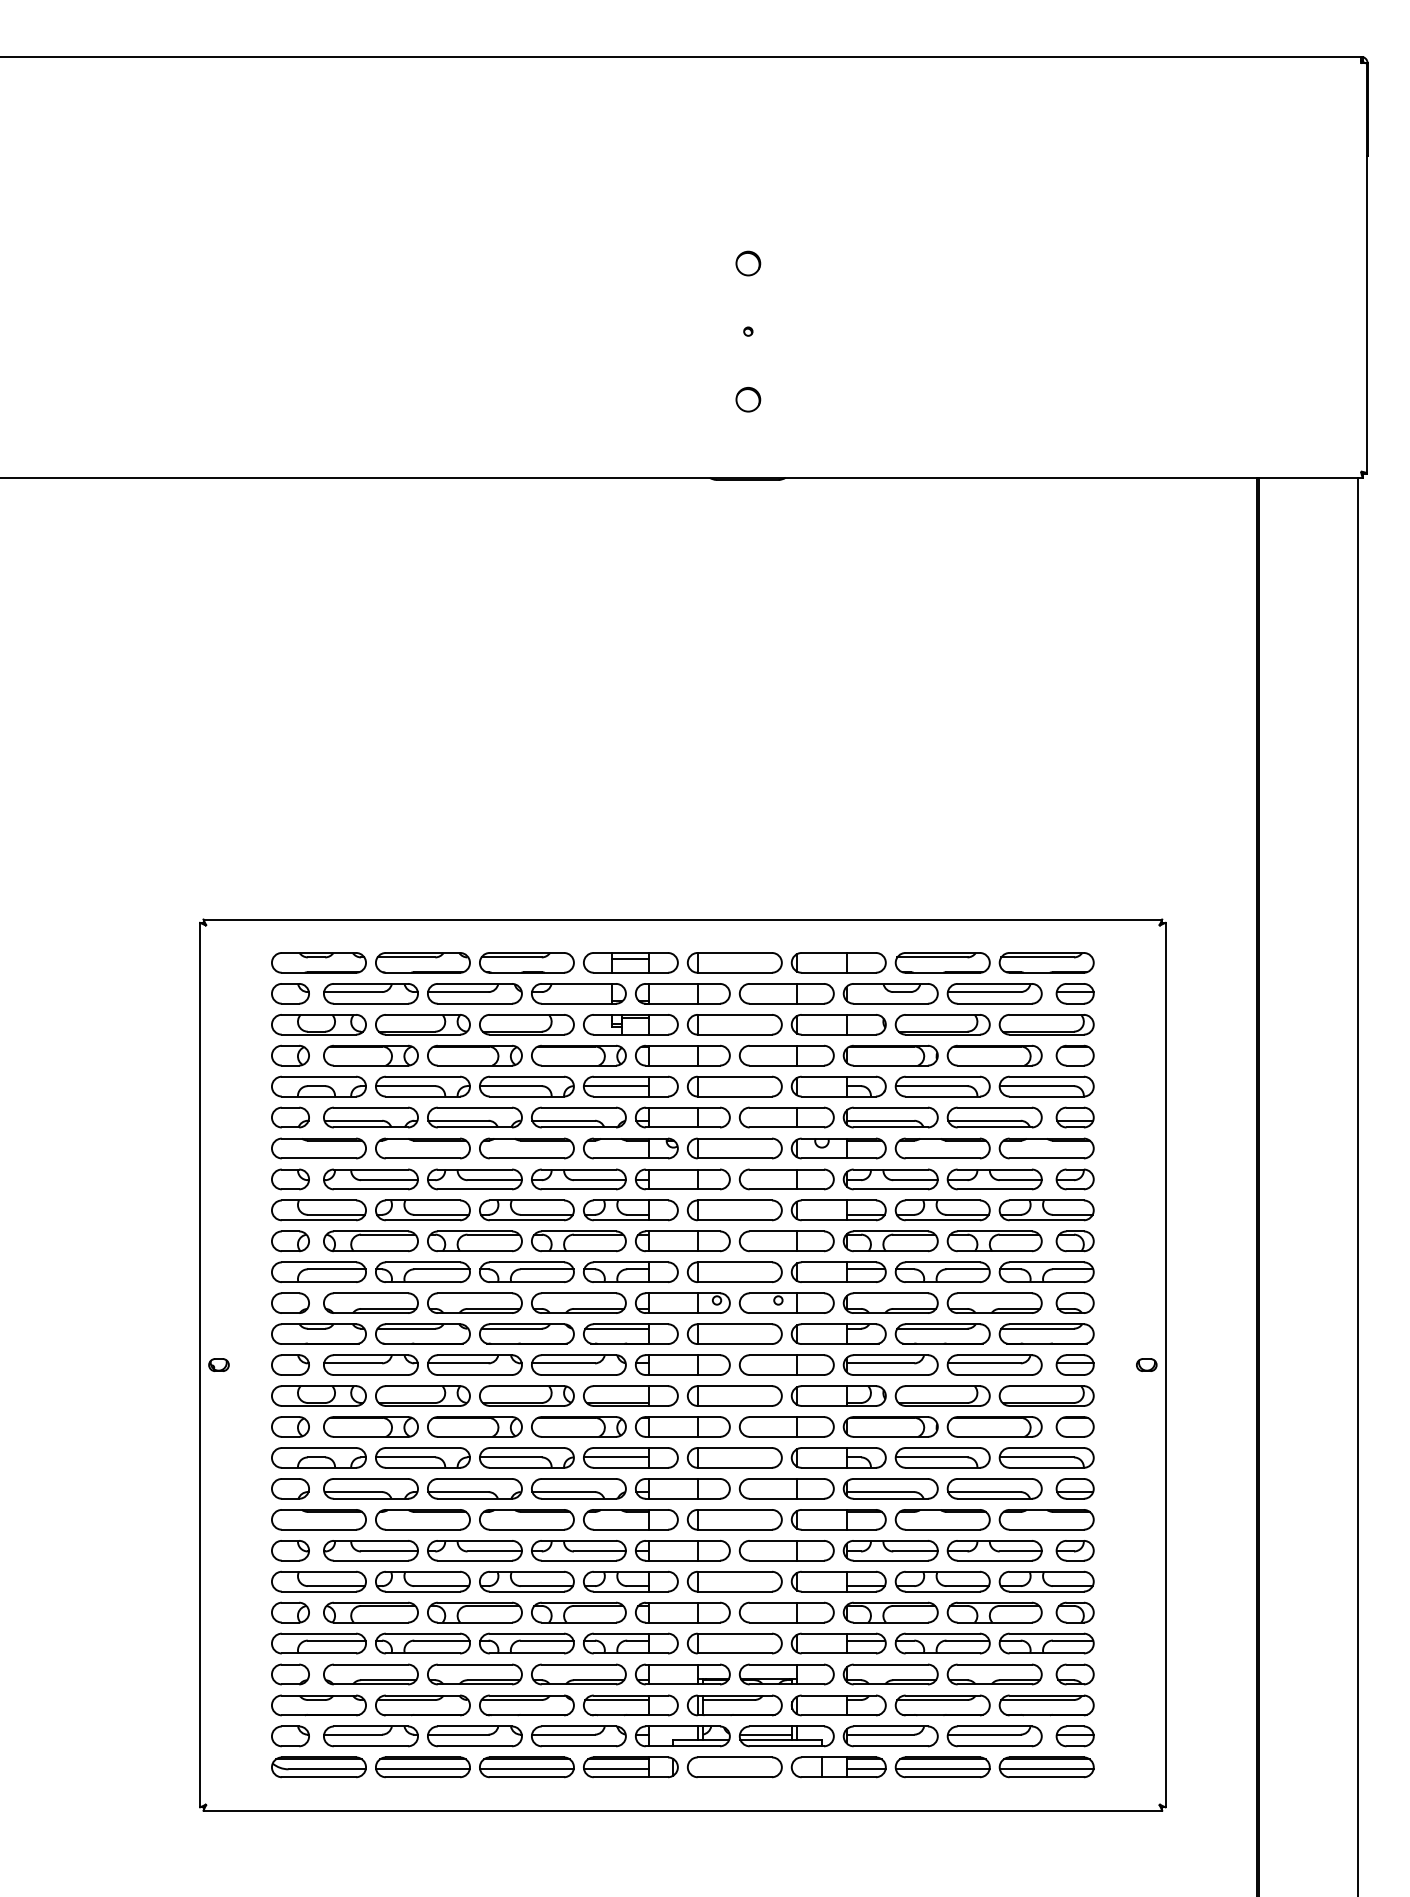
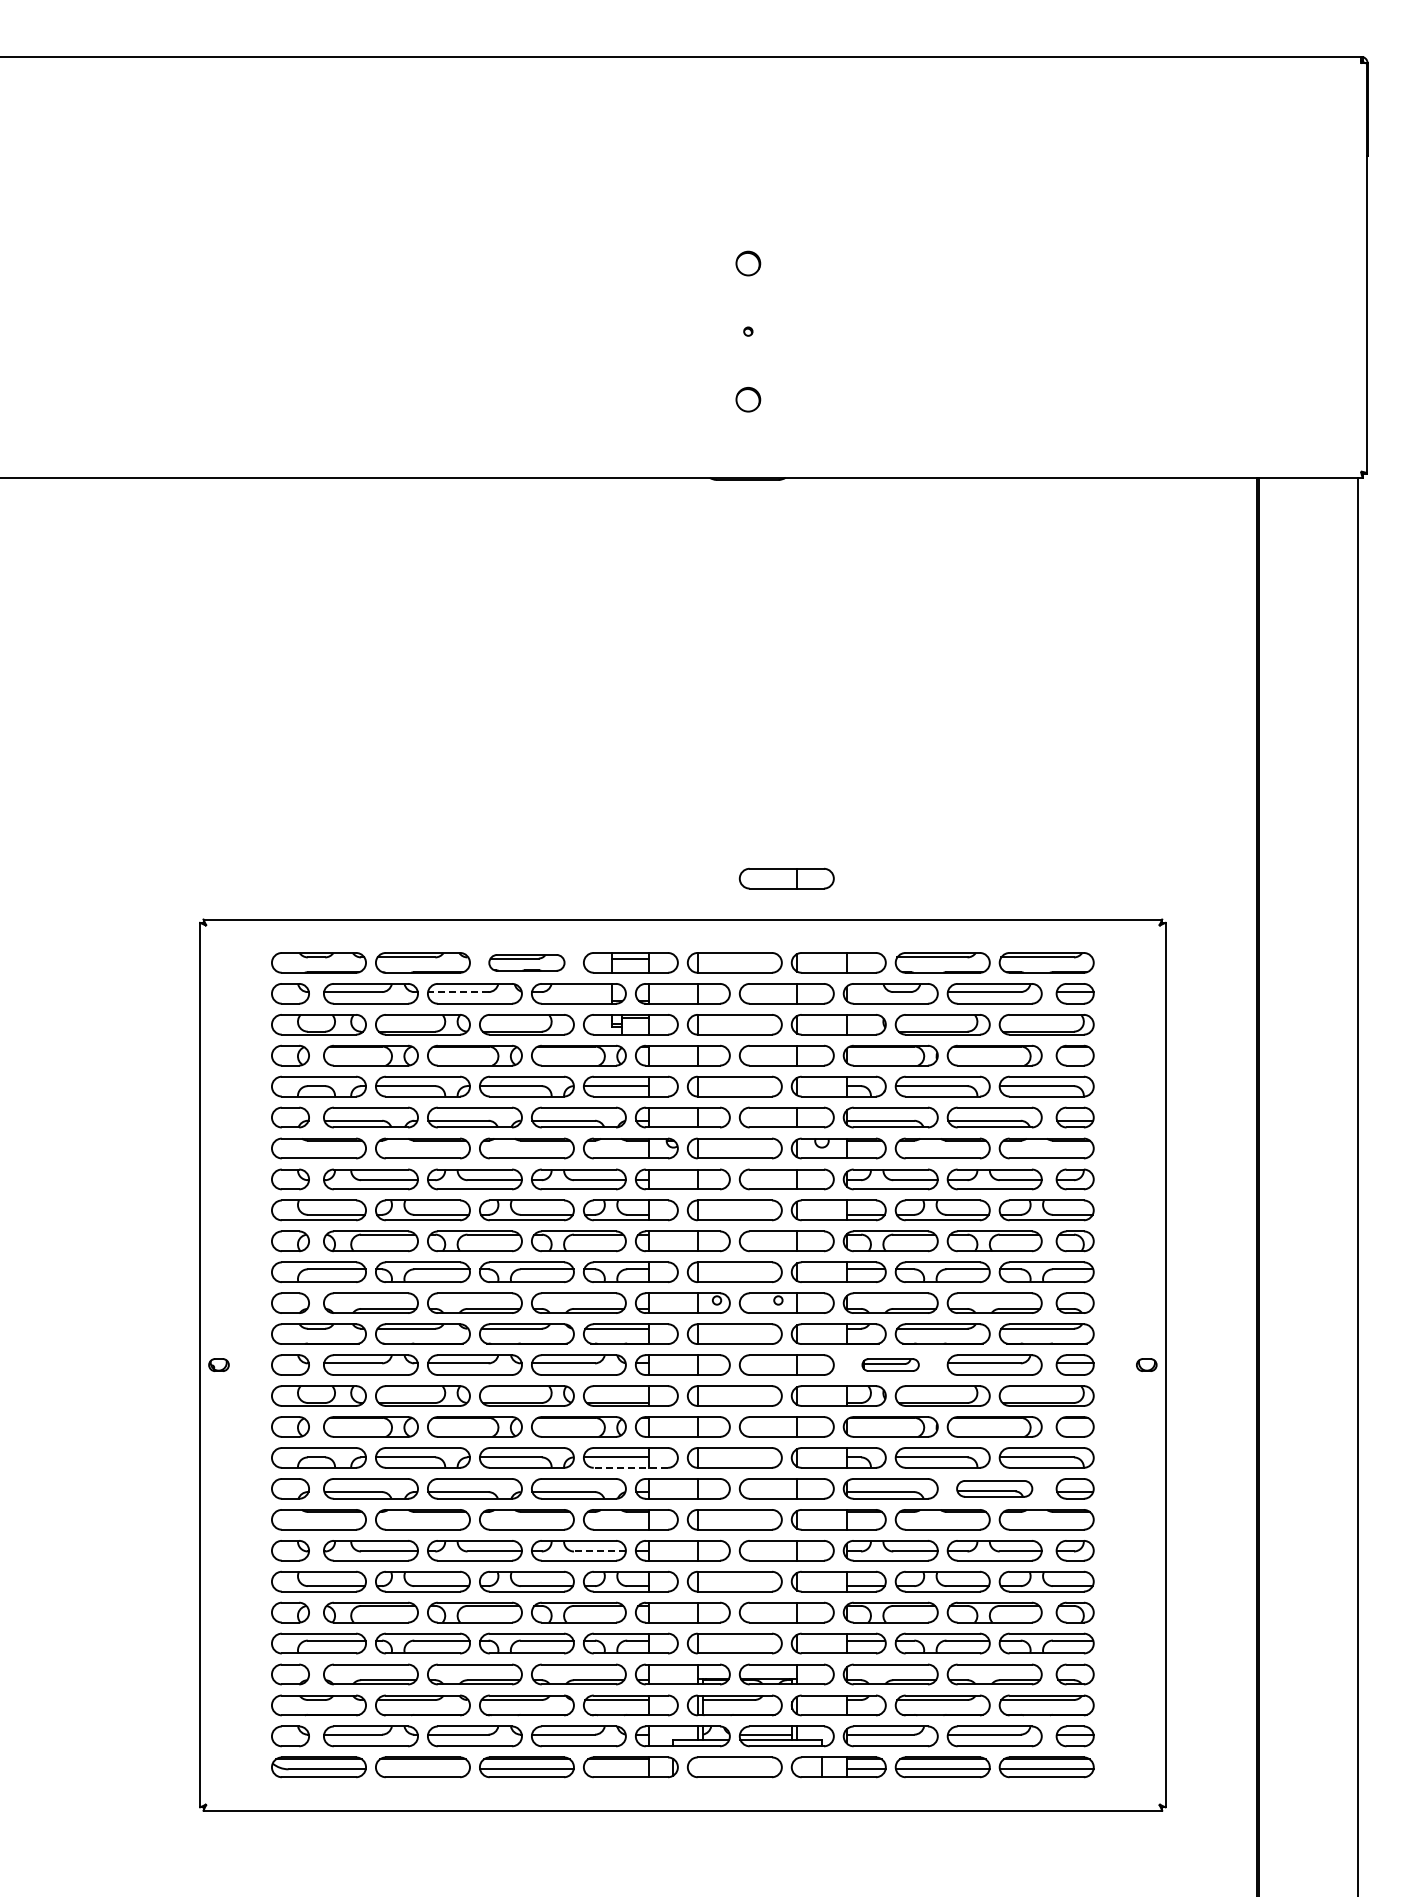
part at (786, 878): none -> present
part at (526, 962) size: 96x22 px -> 78x18 px
line at (457, 992): solid -> dashed
part at (890, 1364) size: 97x22 px -> 59x14 px
line at (630, 1467): solid -> dashed
part at (994, 1488) size: 97x22 px -> 78x18 px
line at (599, 1551): solid -> dashed
line at (422, 1769): present -> none
line at (616, 1769): present -> none
